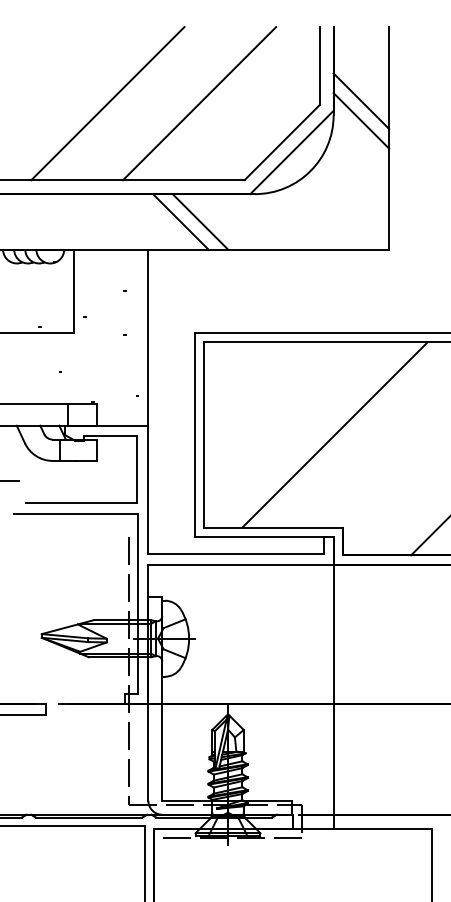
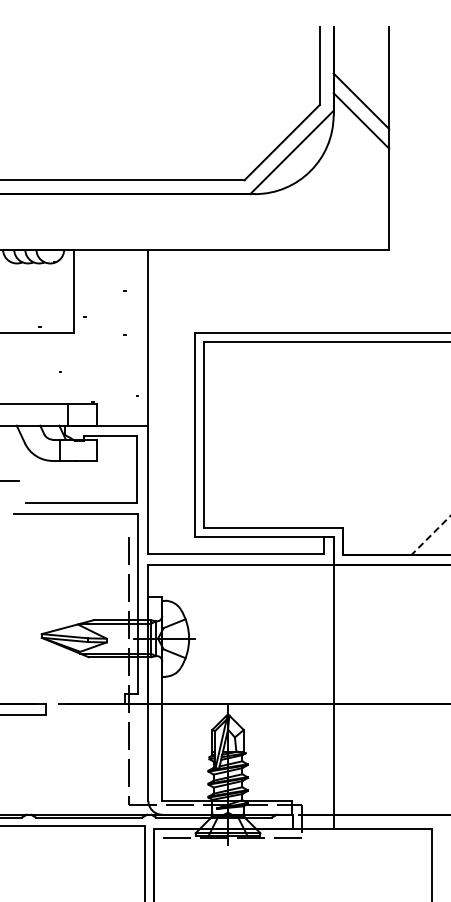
line at (107, 103): present -> none
line at (199, 103): present -> none
line at (180, 221): present -> none
line at (200, 221): present -> none
line at (334, 434): present -> none
line at (430, 535): solid -> dashed
